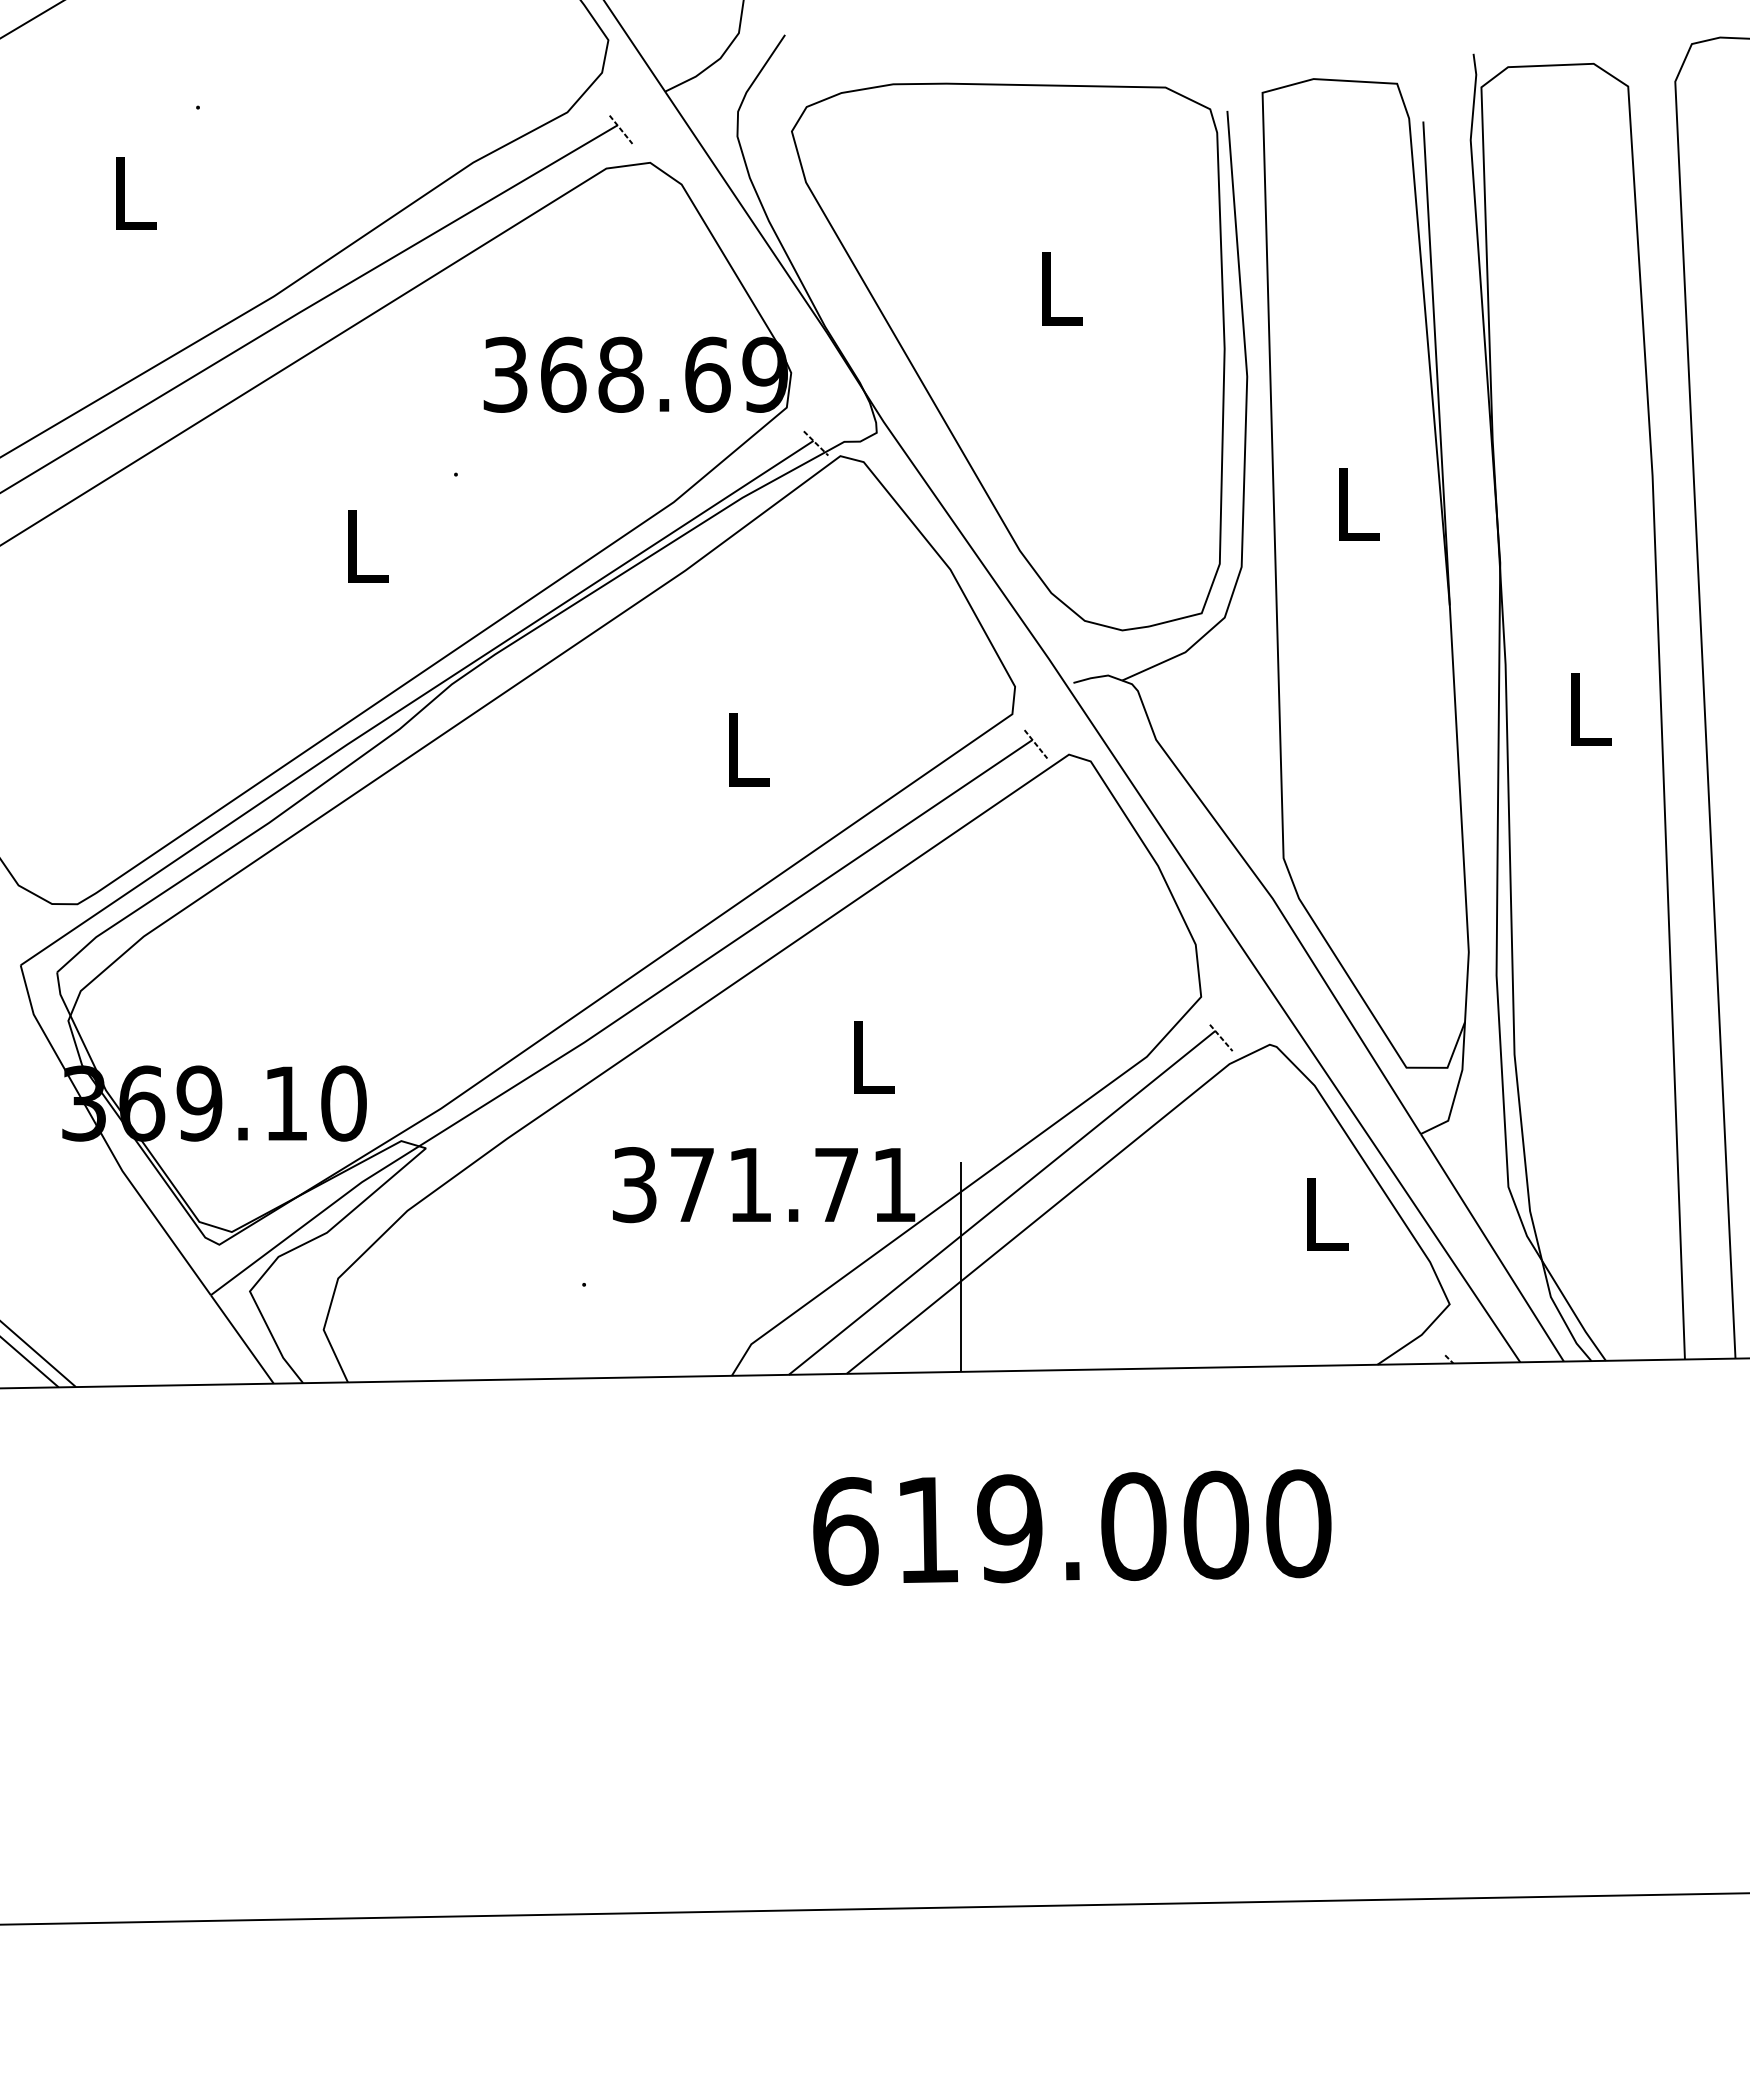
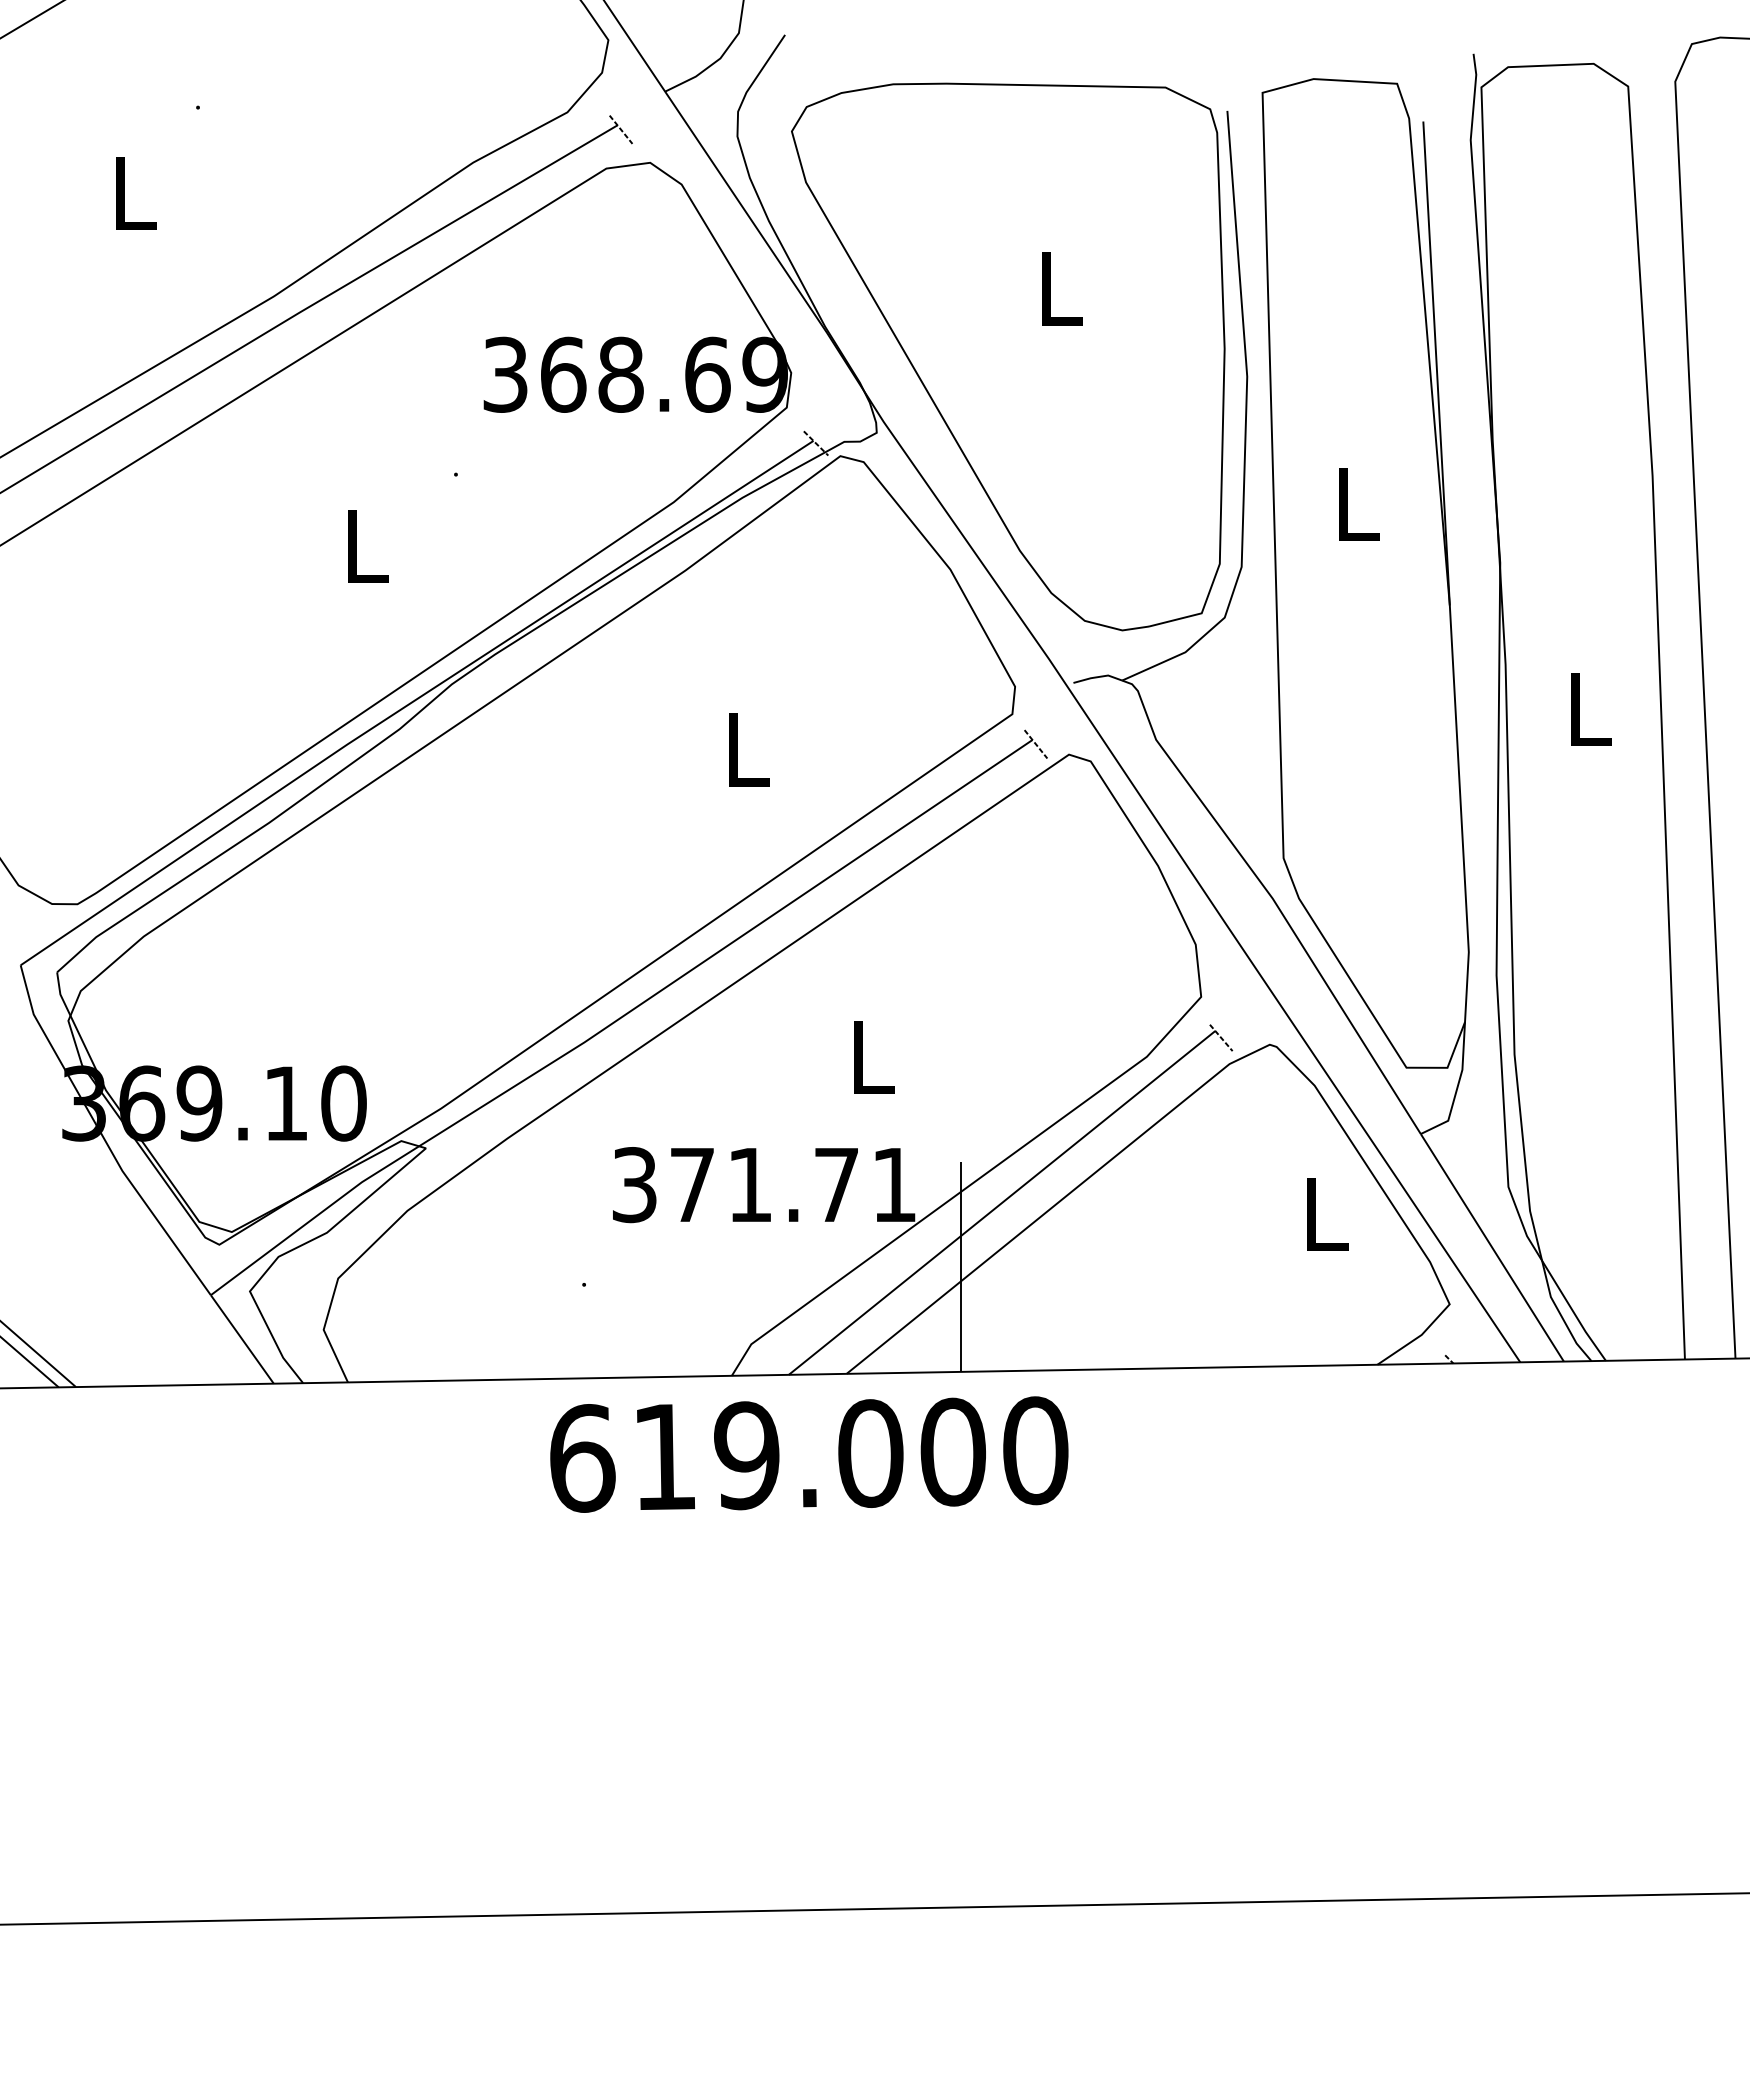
text at (1072, 1527) position: (1072, 1527) -> (809, 1454)
